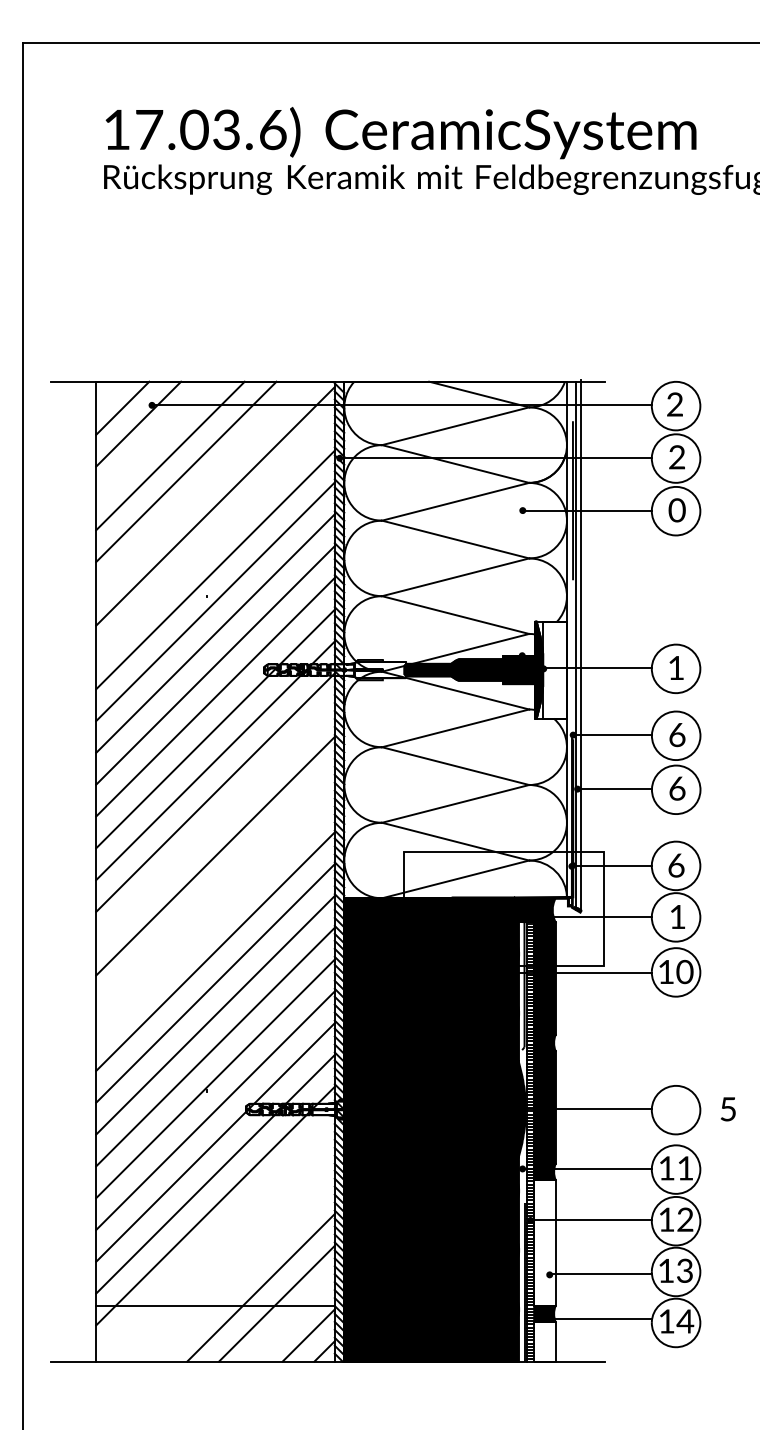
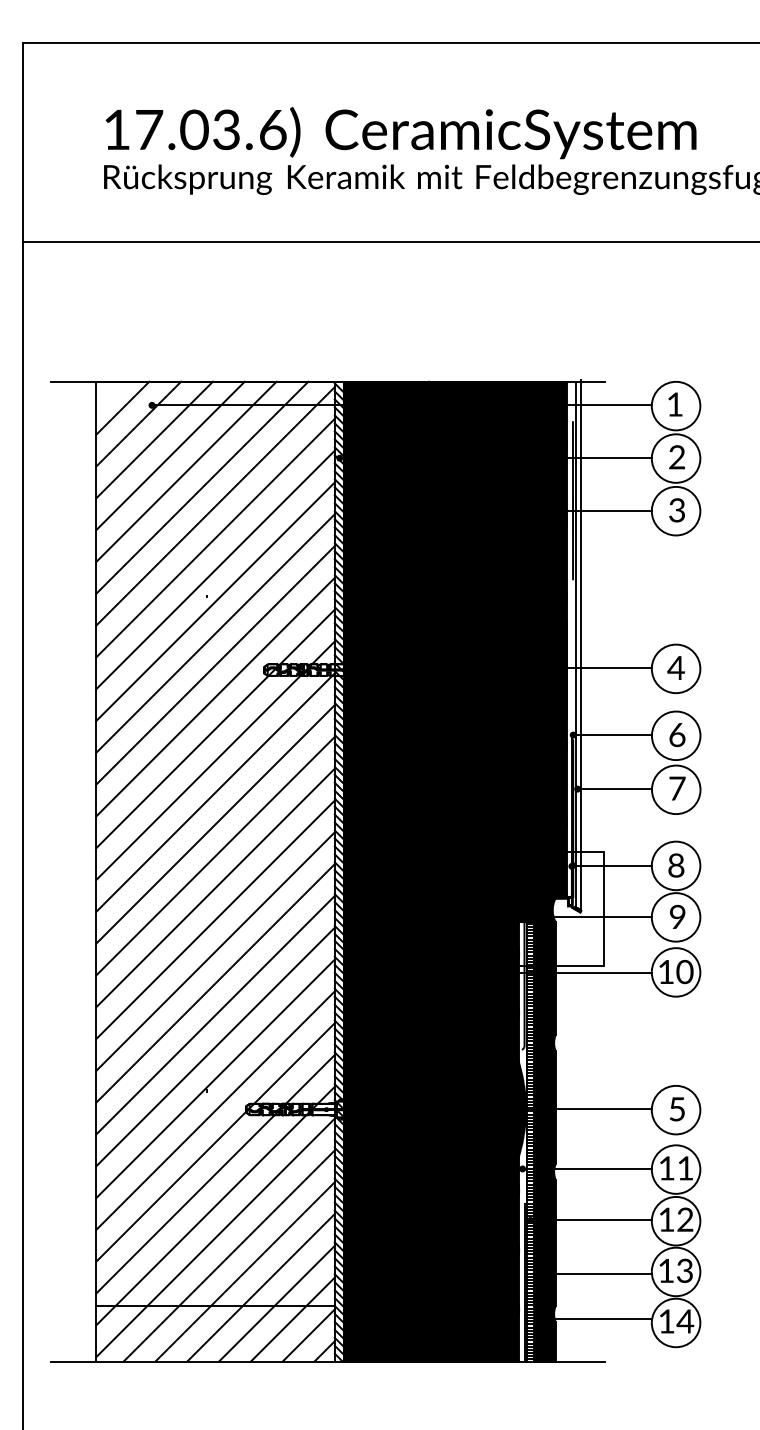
line at (389, 242): none -> present
text at (674, 404): 2 -> 1
line at (154, 439): none -> present
line at (202, 487): none -> present
text at (676, 510): 0 -> 3
line at (215, 537): none -> present
fill at (455, 639): none -> present
text at (675, 667): 1 -> 4
text at (677, 788): 6 -> 7
line at (215, 824): none -> present
text at (676, 865): 6 -> 8
line at (215, 887): none -> present
text at (677, 916): 1 -> 9
line at (215, 919): none -> present
text at (727, 1109) position: (727, 1109) -> (676, 1109)
line at (215, 1237): none -> present
fill at (544, 1242): none -> present
line at (228, 1255): none -> present
line at (244, 1271): none -> present
line at (292, 1319): none -> present
fill at (544, 1341): none -> present
